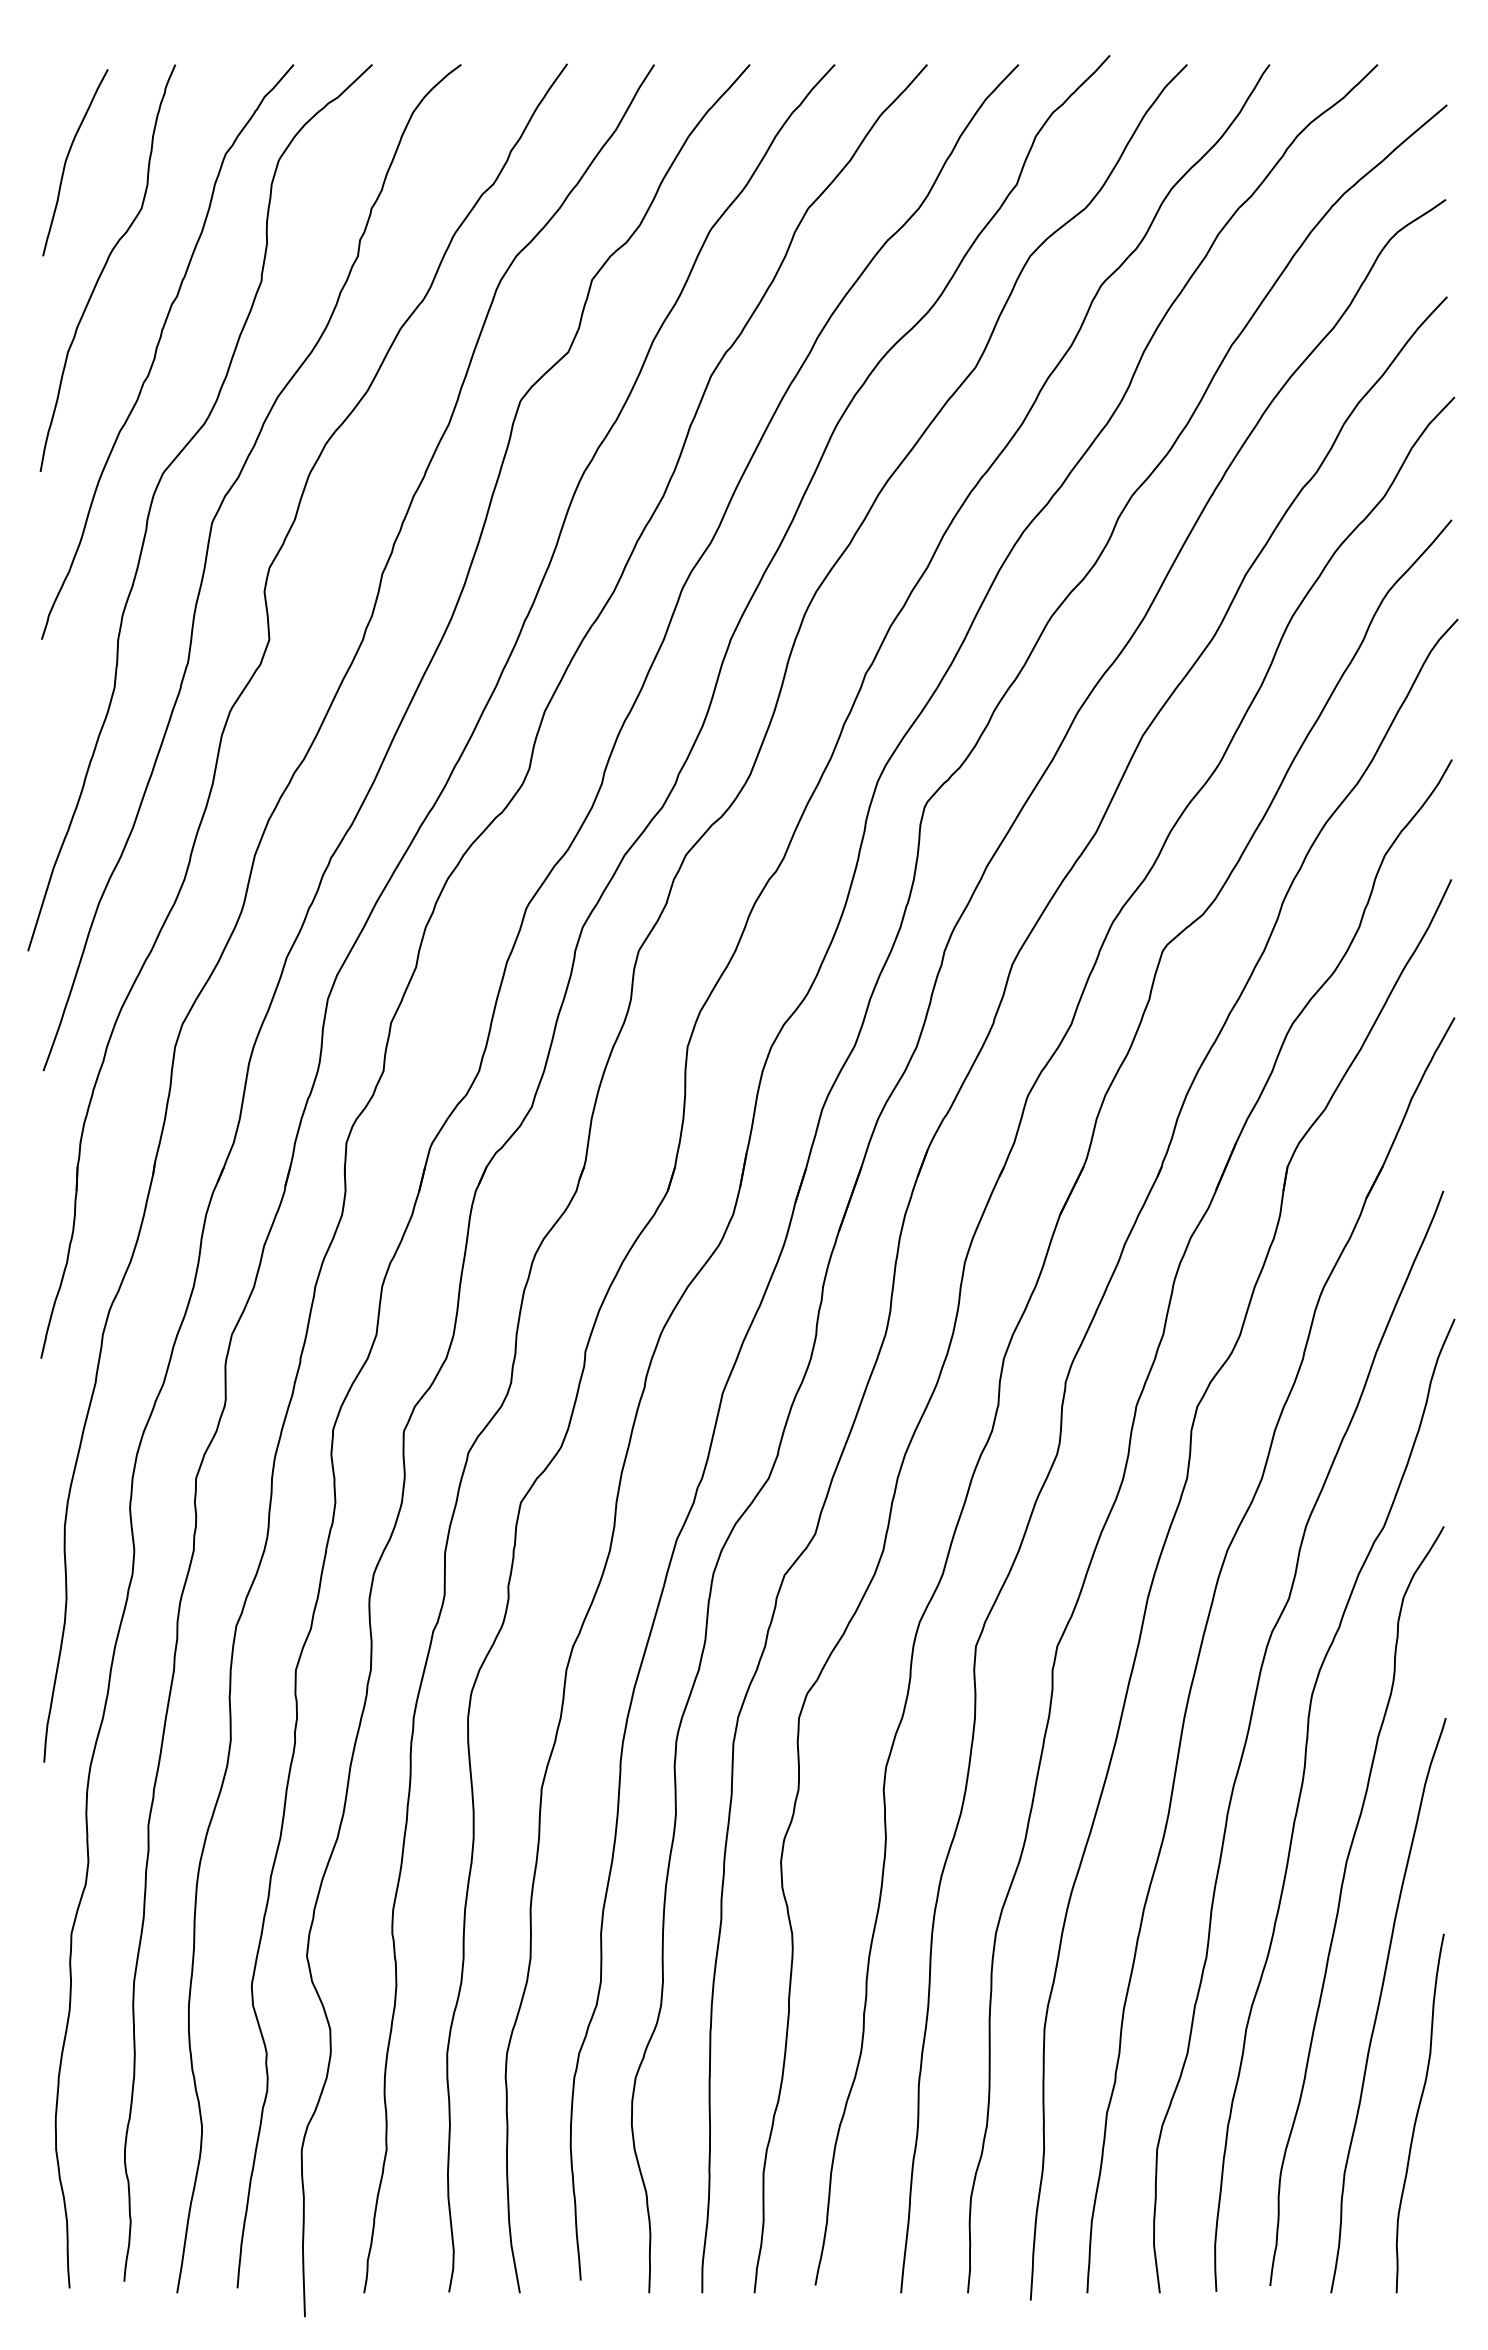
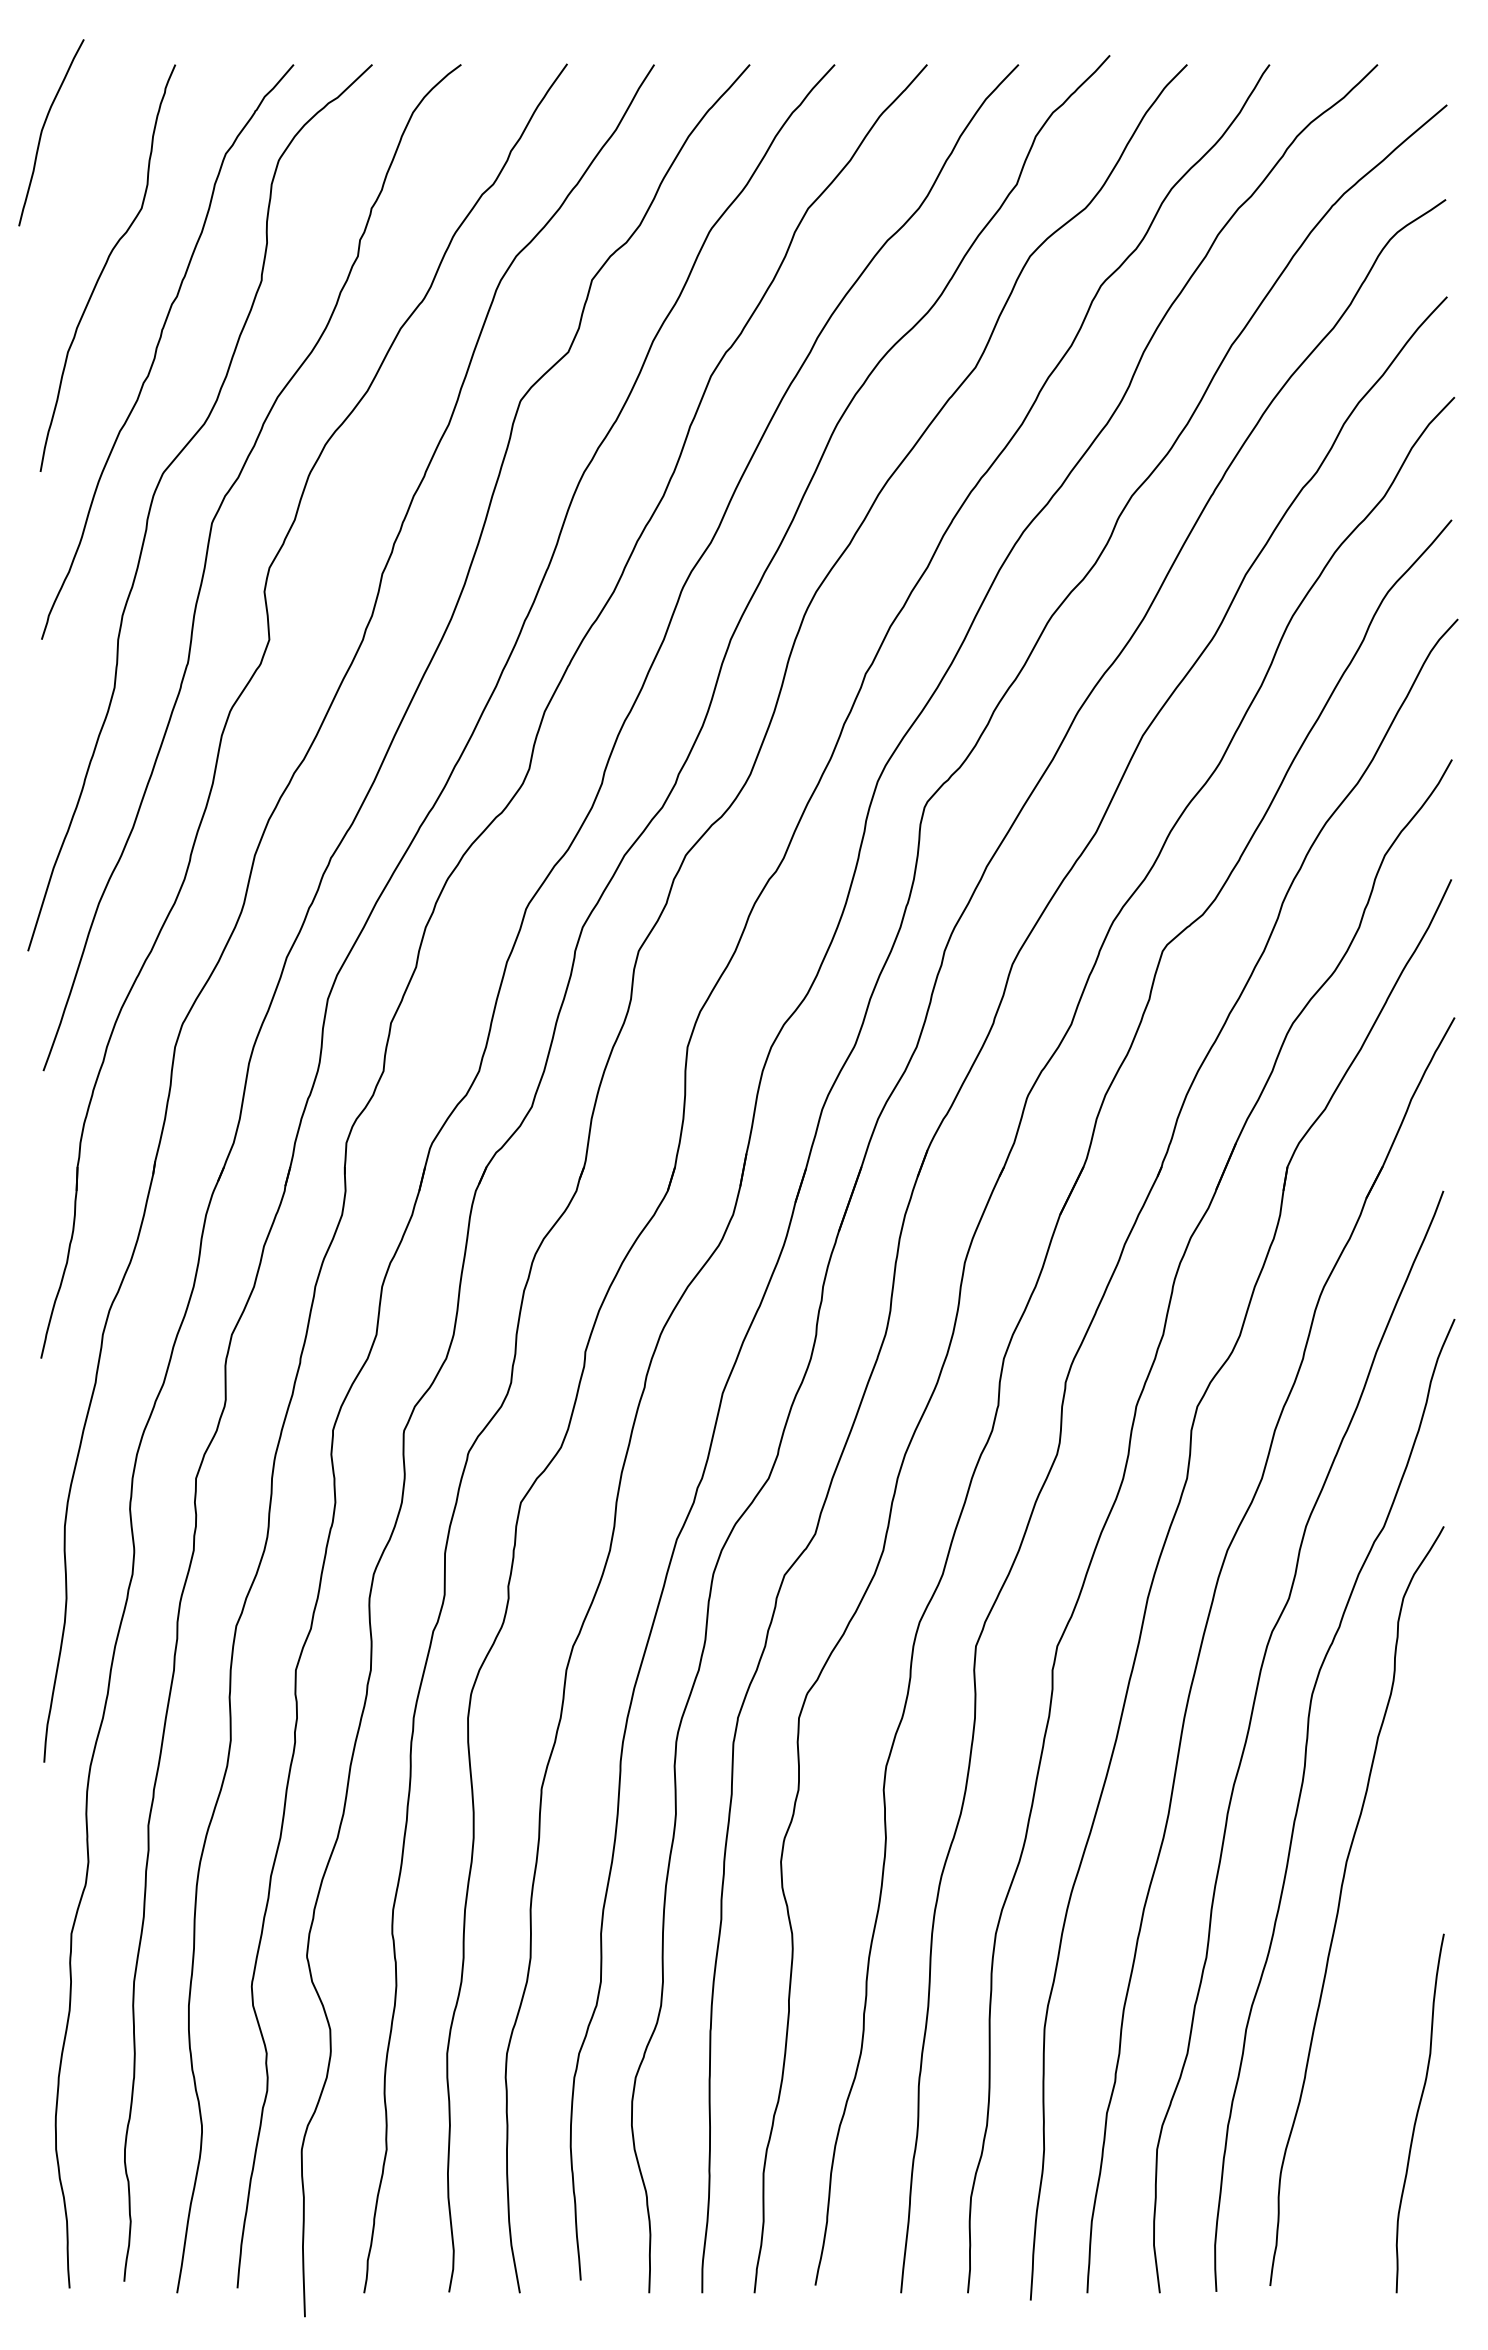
curve at (67, 159) position: (67, 159) -> (43, 129)
curve at (1380, 2002): present -> none
